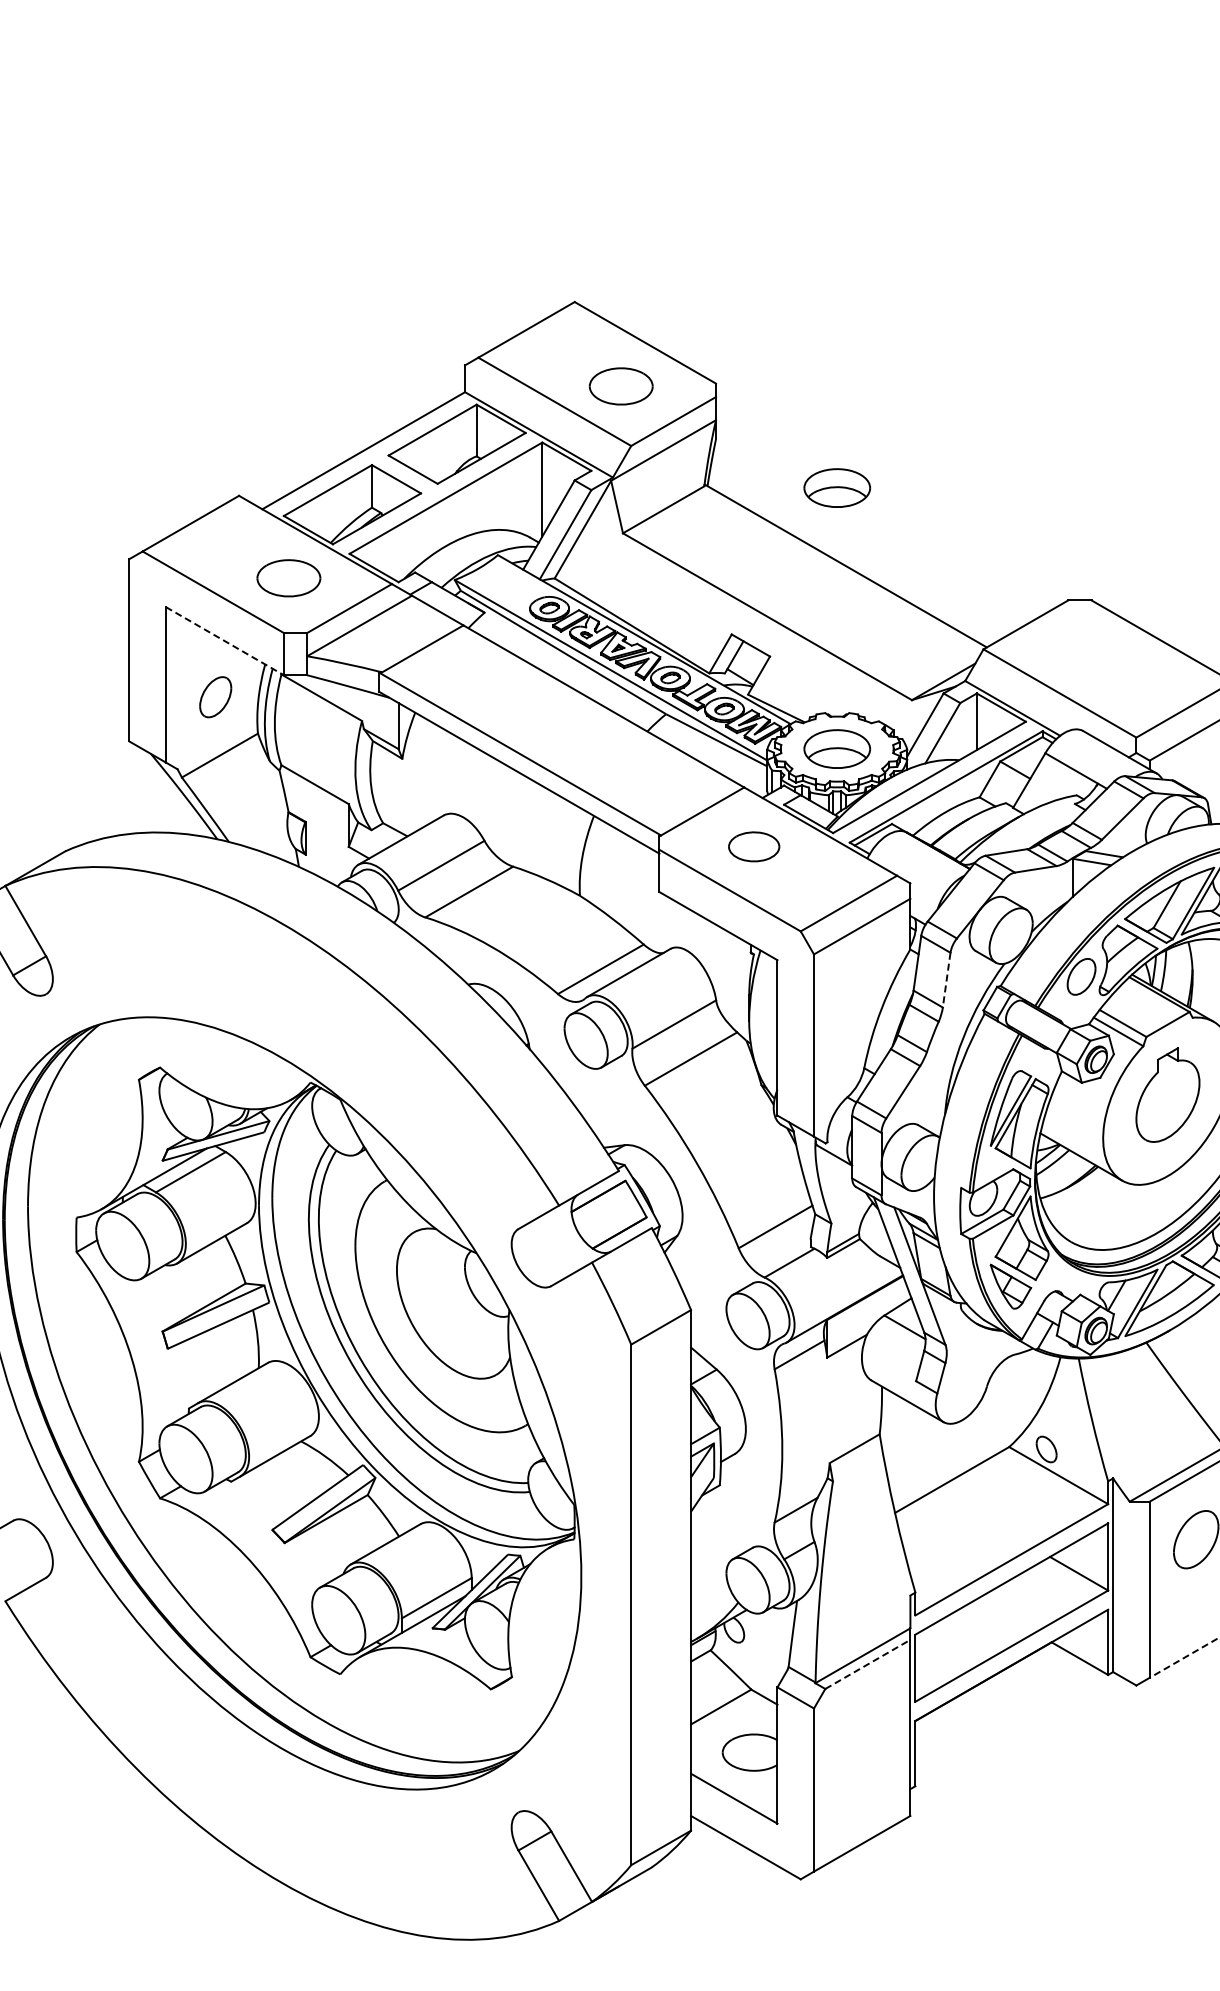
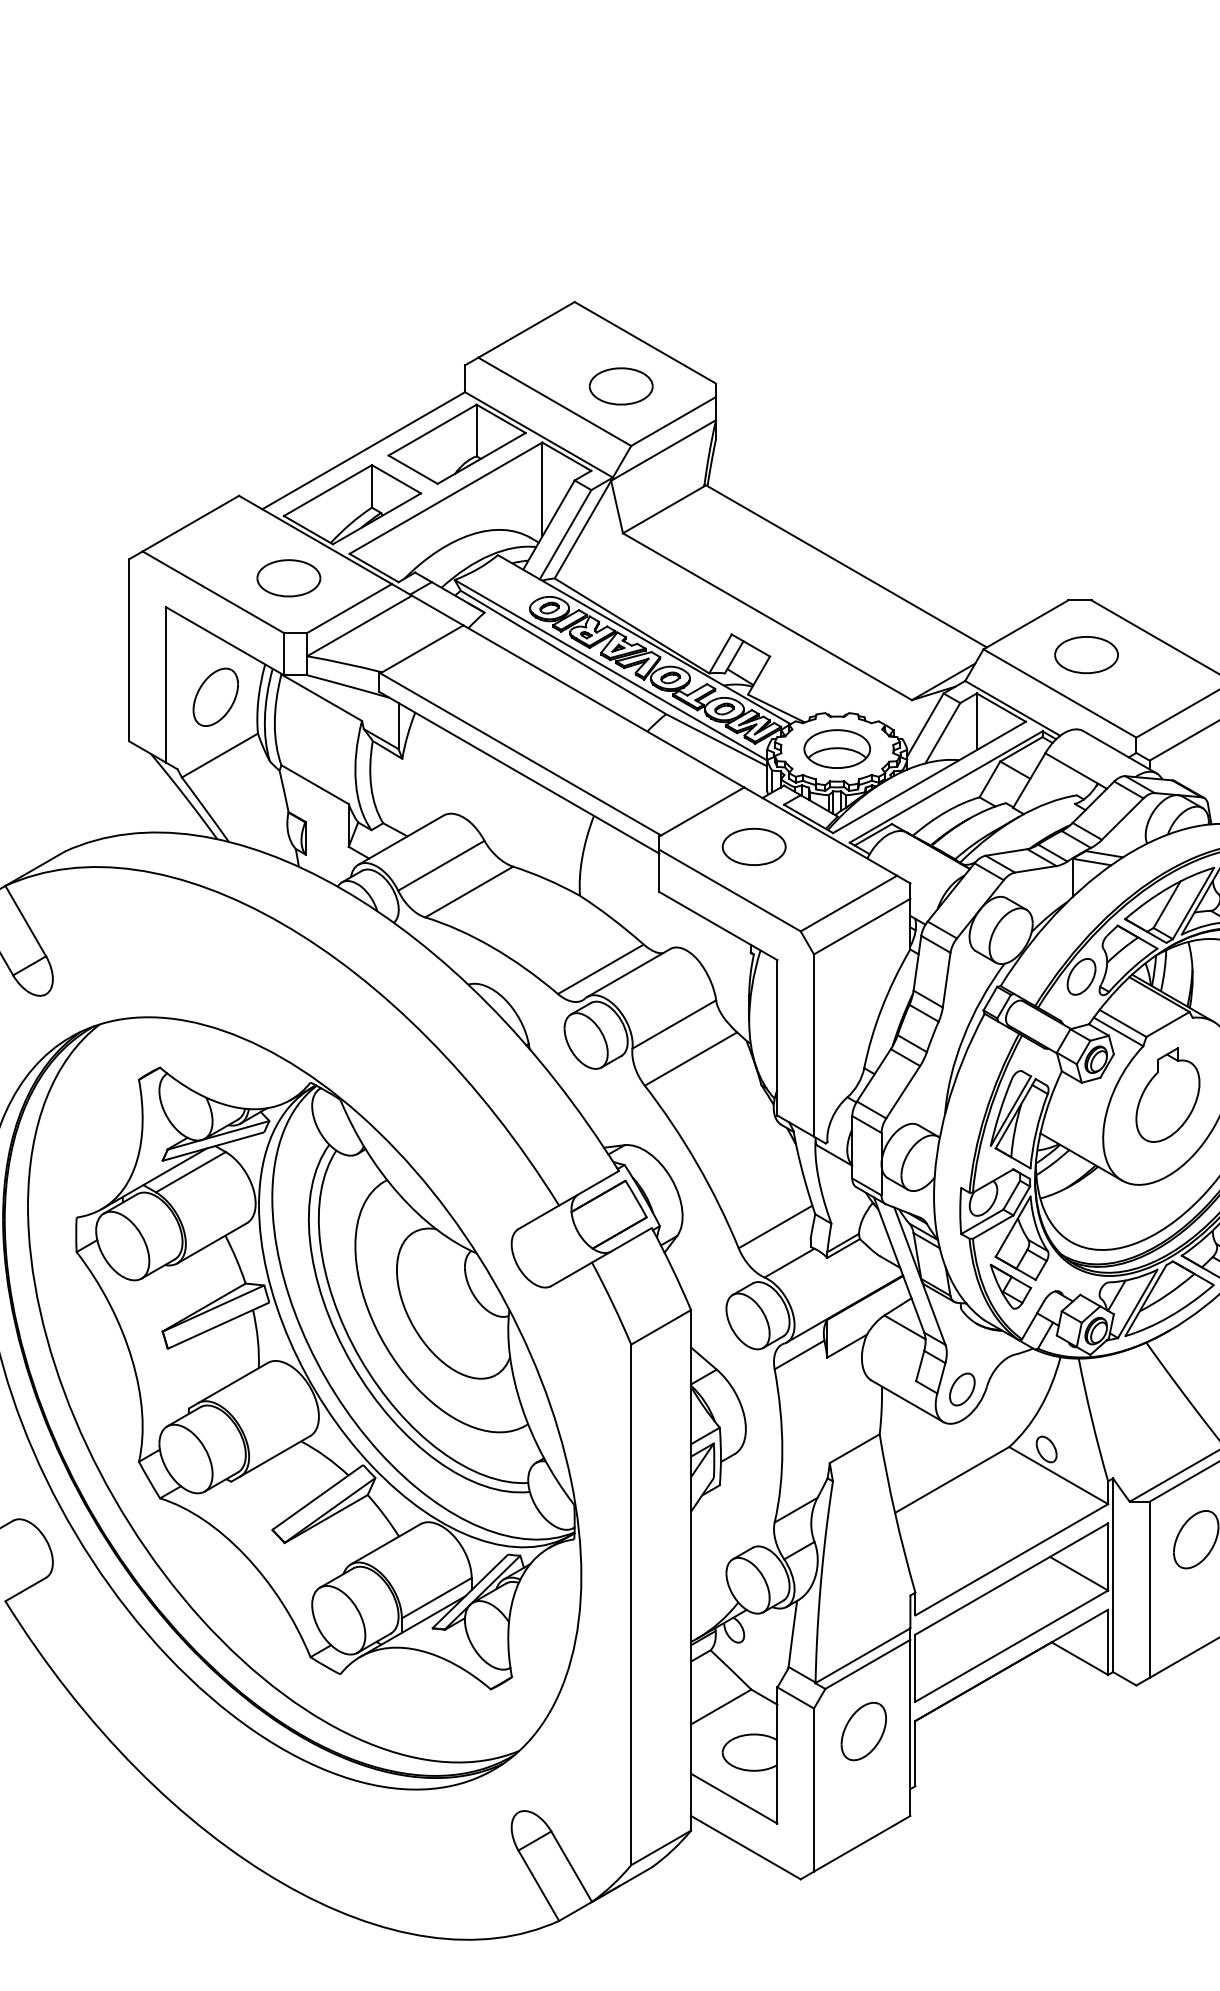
part at (837, 487): present -> none
line at (225, 641): dashed -> solid
part at (1086, 654): none -> present
part at (215, 697) size: 34x43 px -> 47x60 px
part at (754, 846) size: 53x32 px -> 66x39 px
line at (946, 980): dashed -> solid
part at (962, 1389): none -> present
line at (1184, 1657): dashed -> solid
line at (868, 1664): dashed -> solid
part at (863, 1731): none -> present
